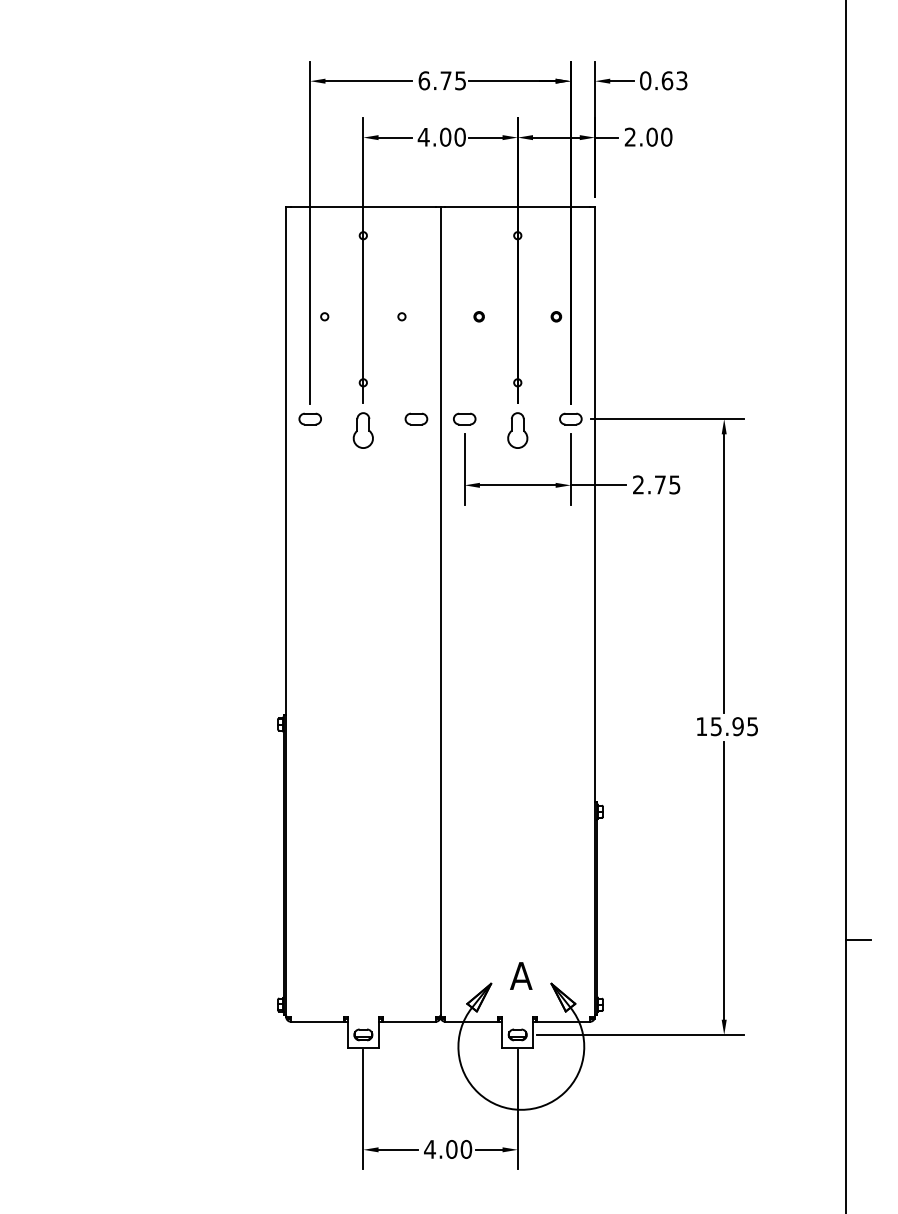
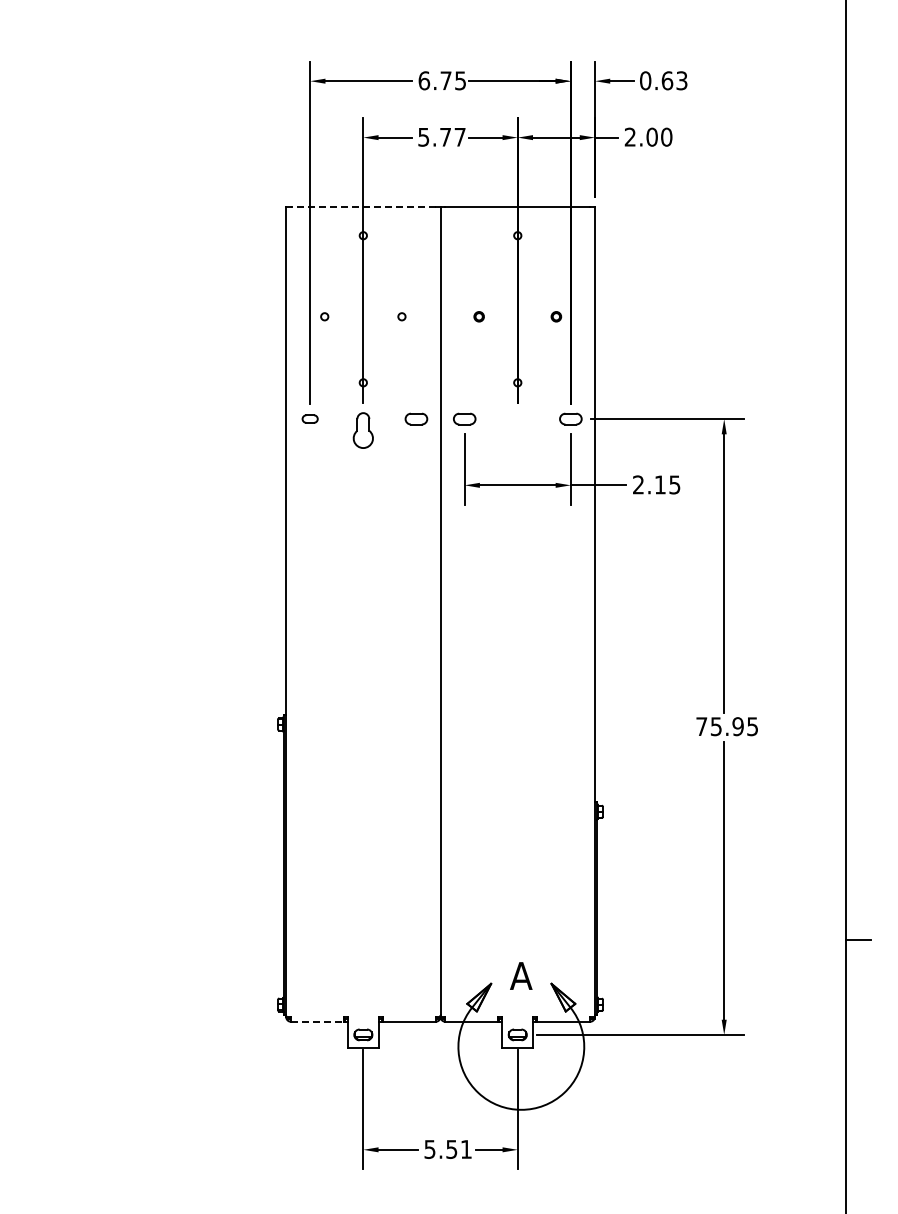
text at (441, 136): 4.00 -> 5.77
line at (362, 206): solid -> dashed
part at (309, 418) size: 24x14 px -> 18x10 px
part at (517, 430): present -> none
text at (660, 484): 2.75 -> 2.15
text at (701, 726): 15.95 -> 75.95
line at (317, 1021): solid -> dashed
text at (448, 1148): 4.00 -> 5.51
